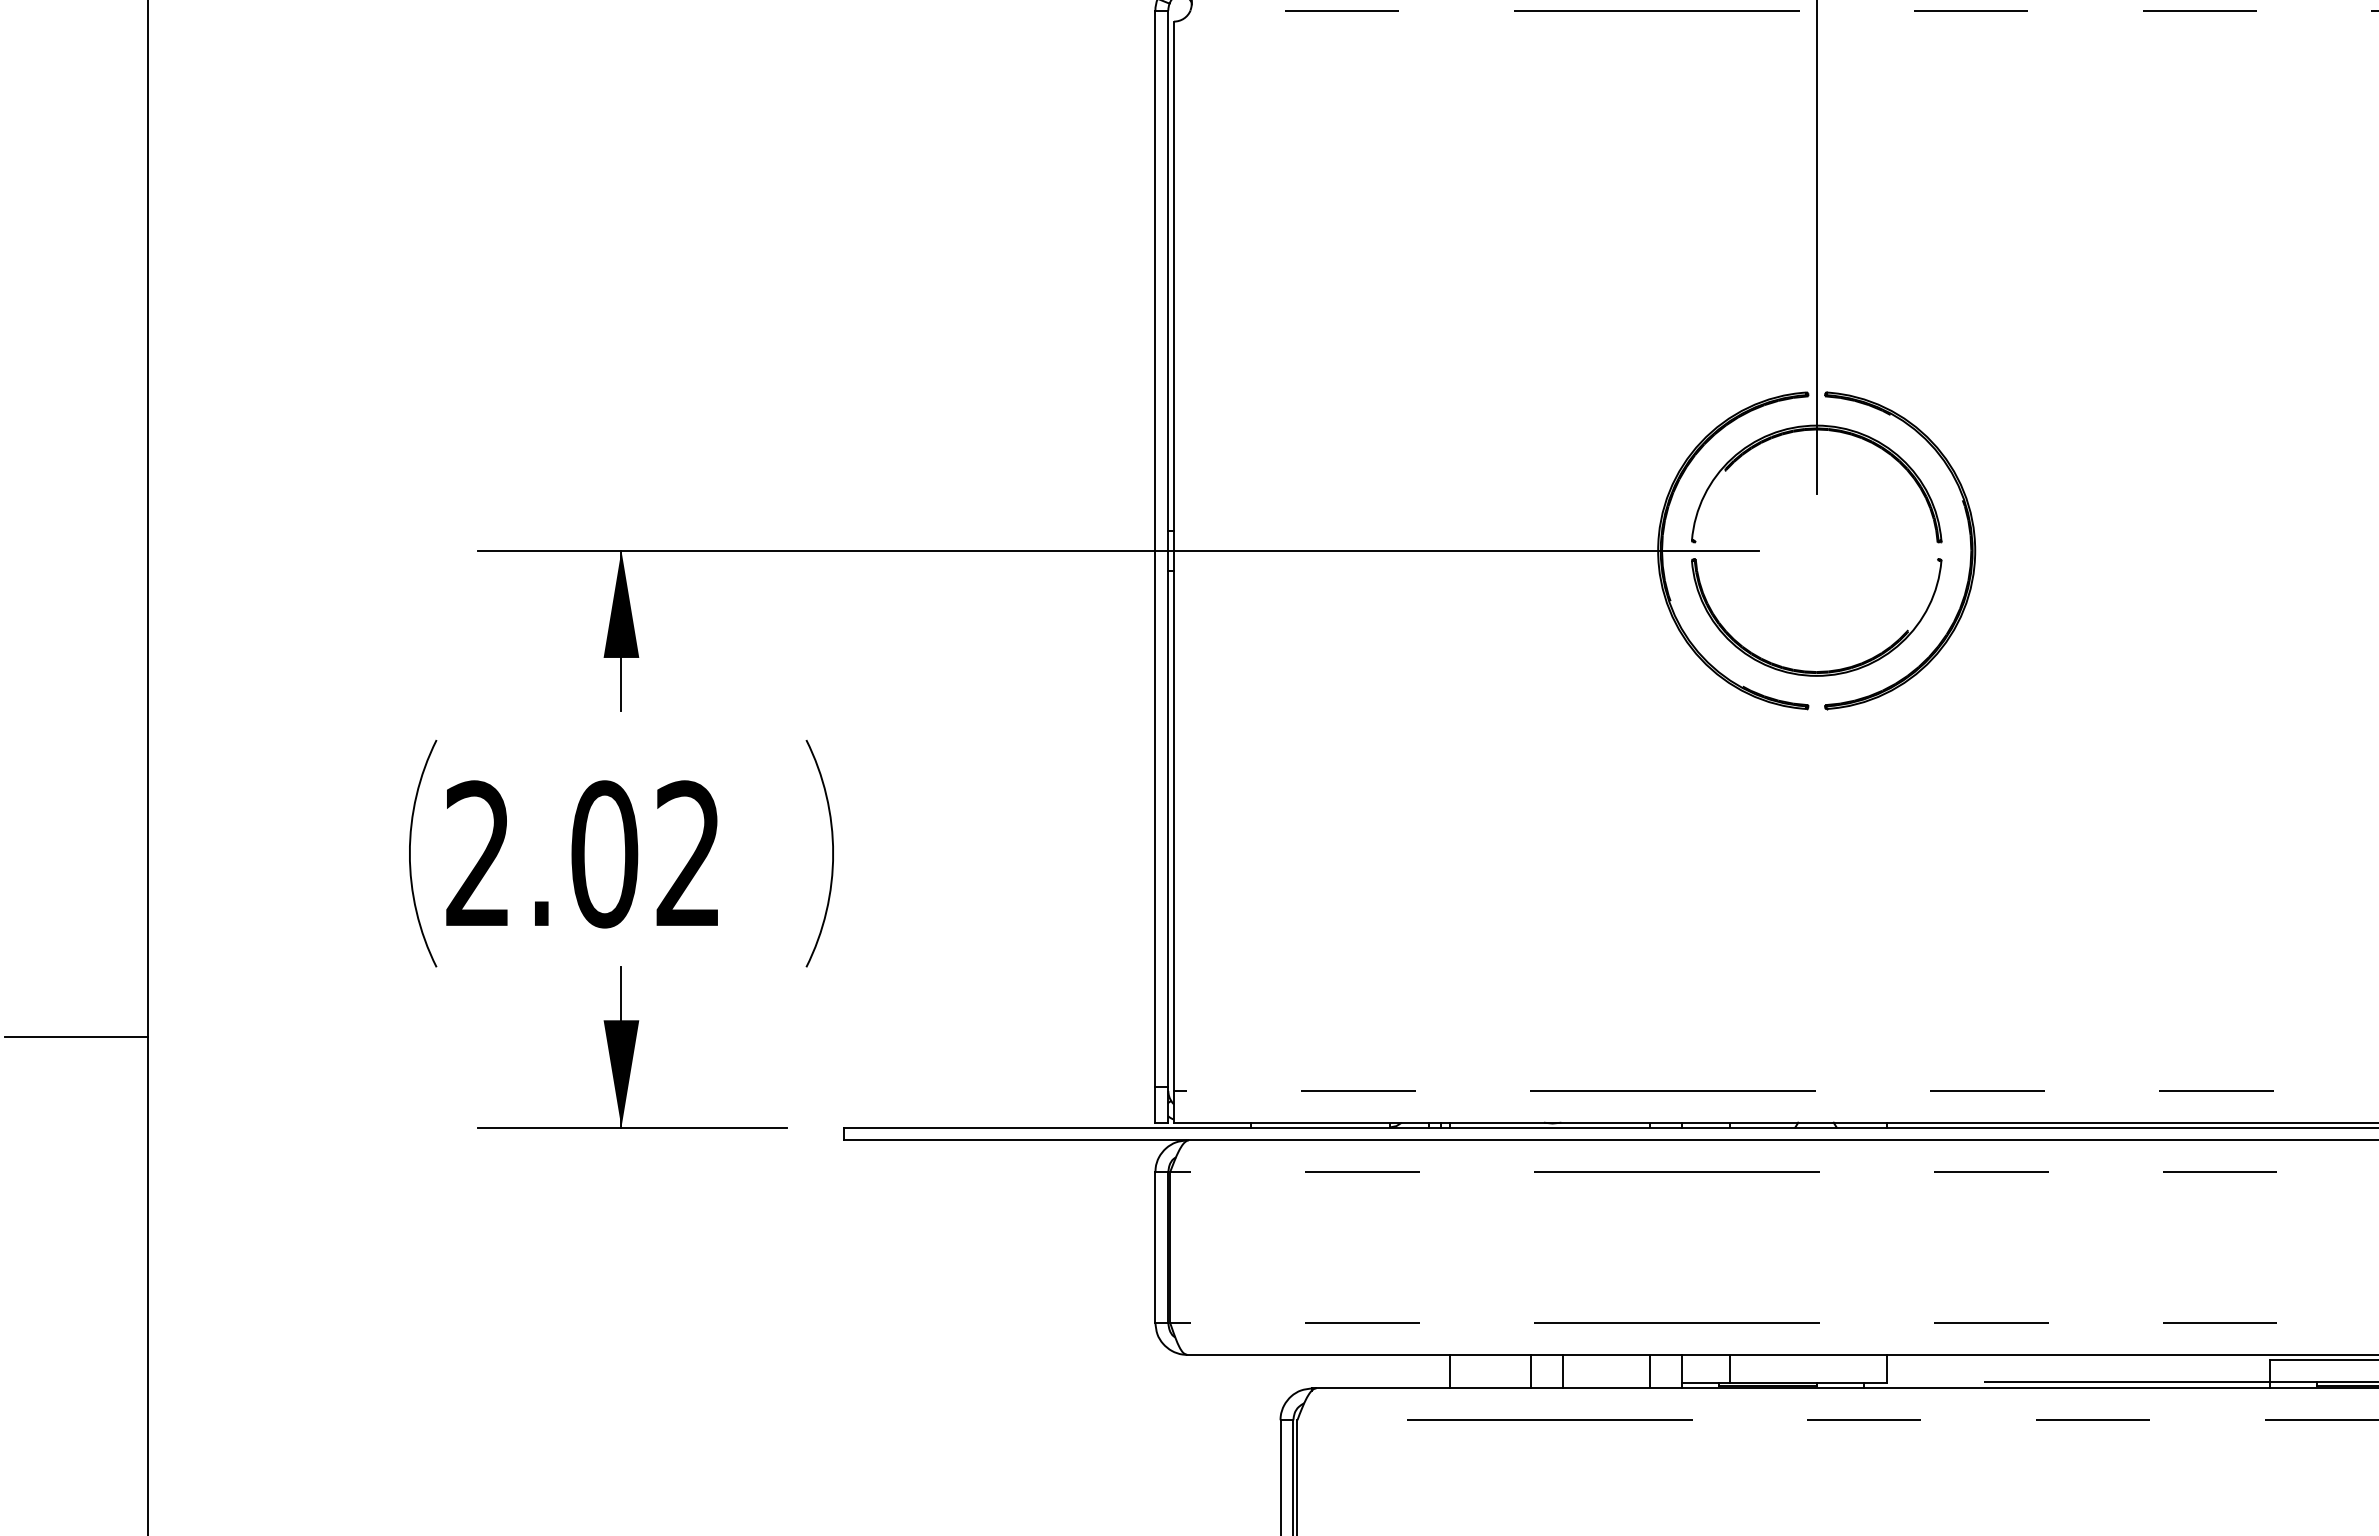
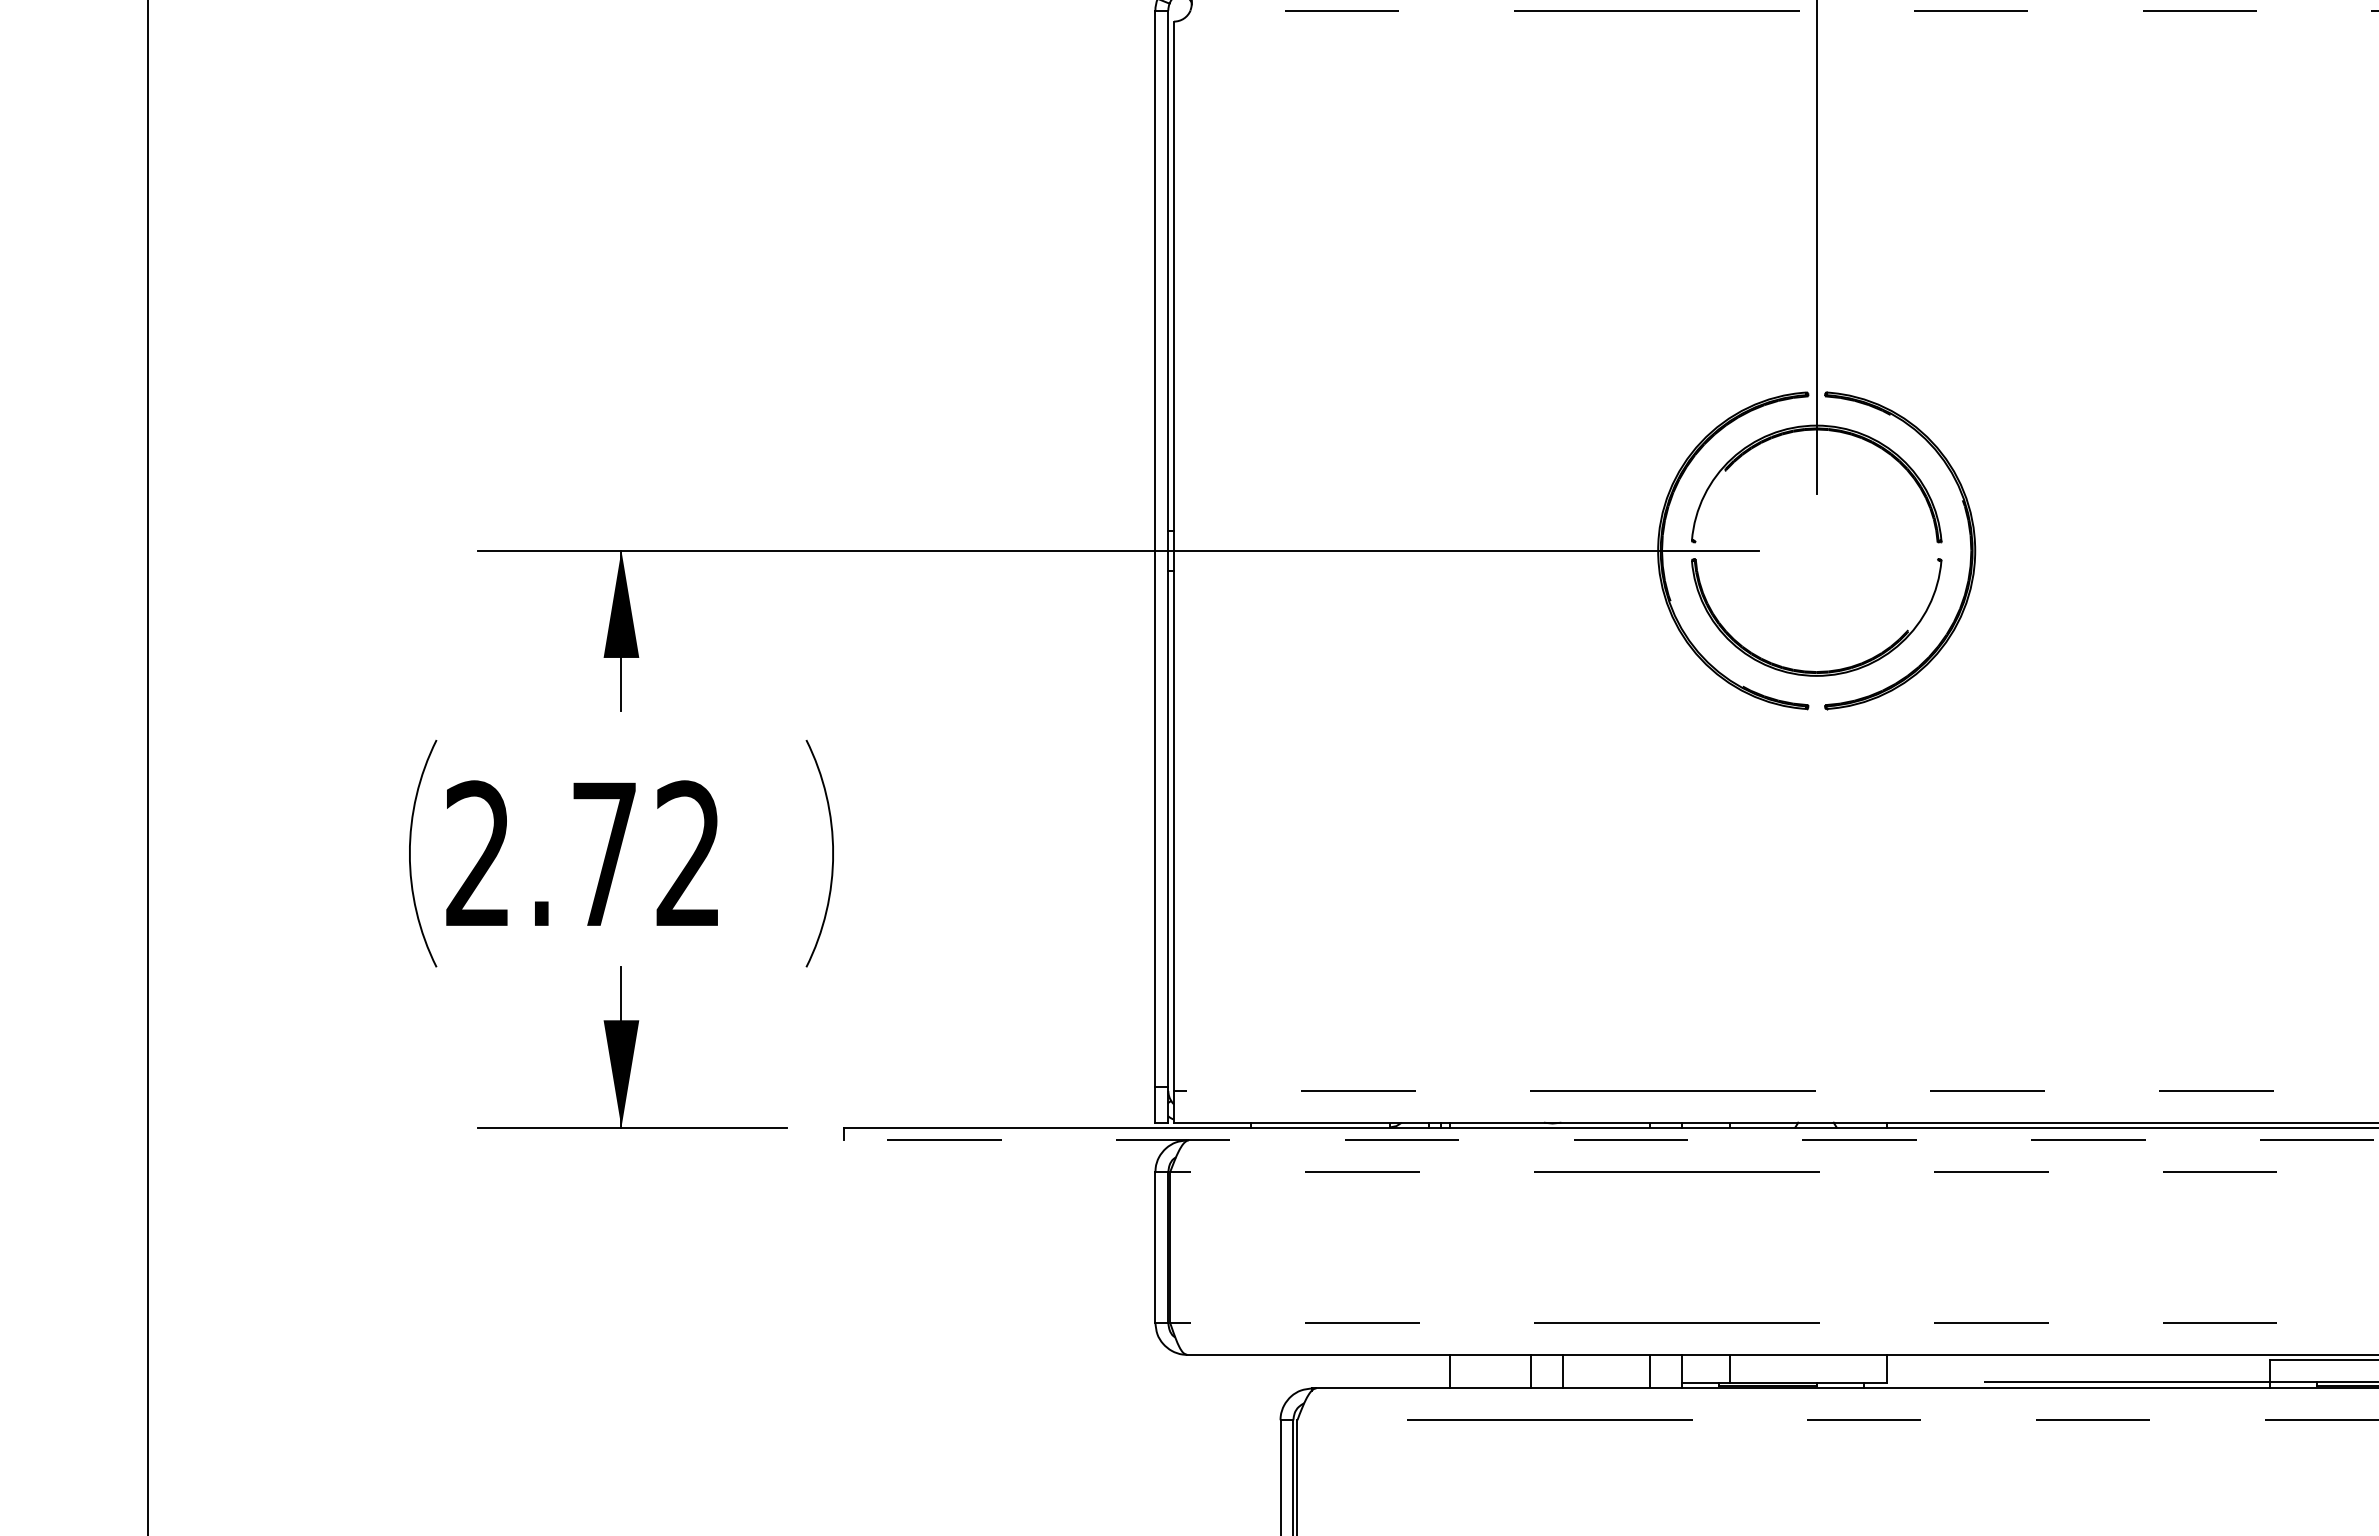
text at (604, 854): 2.02 -> 2.72
line at (76, 1037): present -> none
line at (1611, 1140): solid -> dashed
